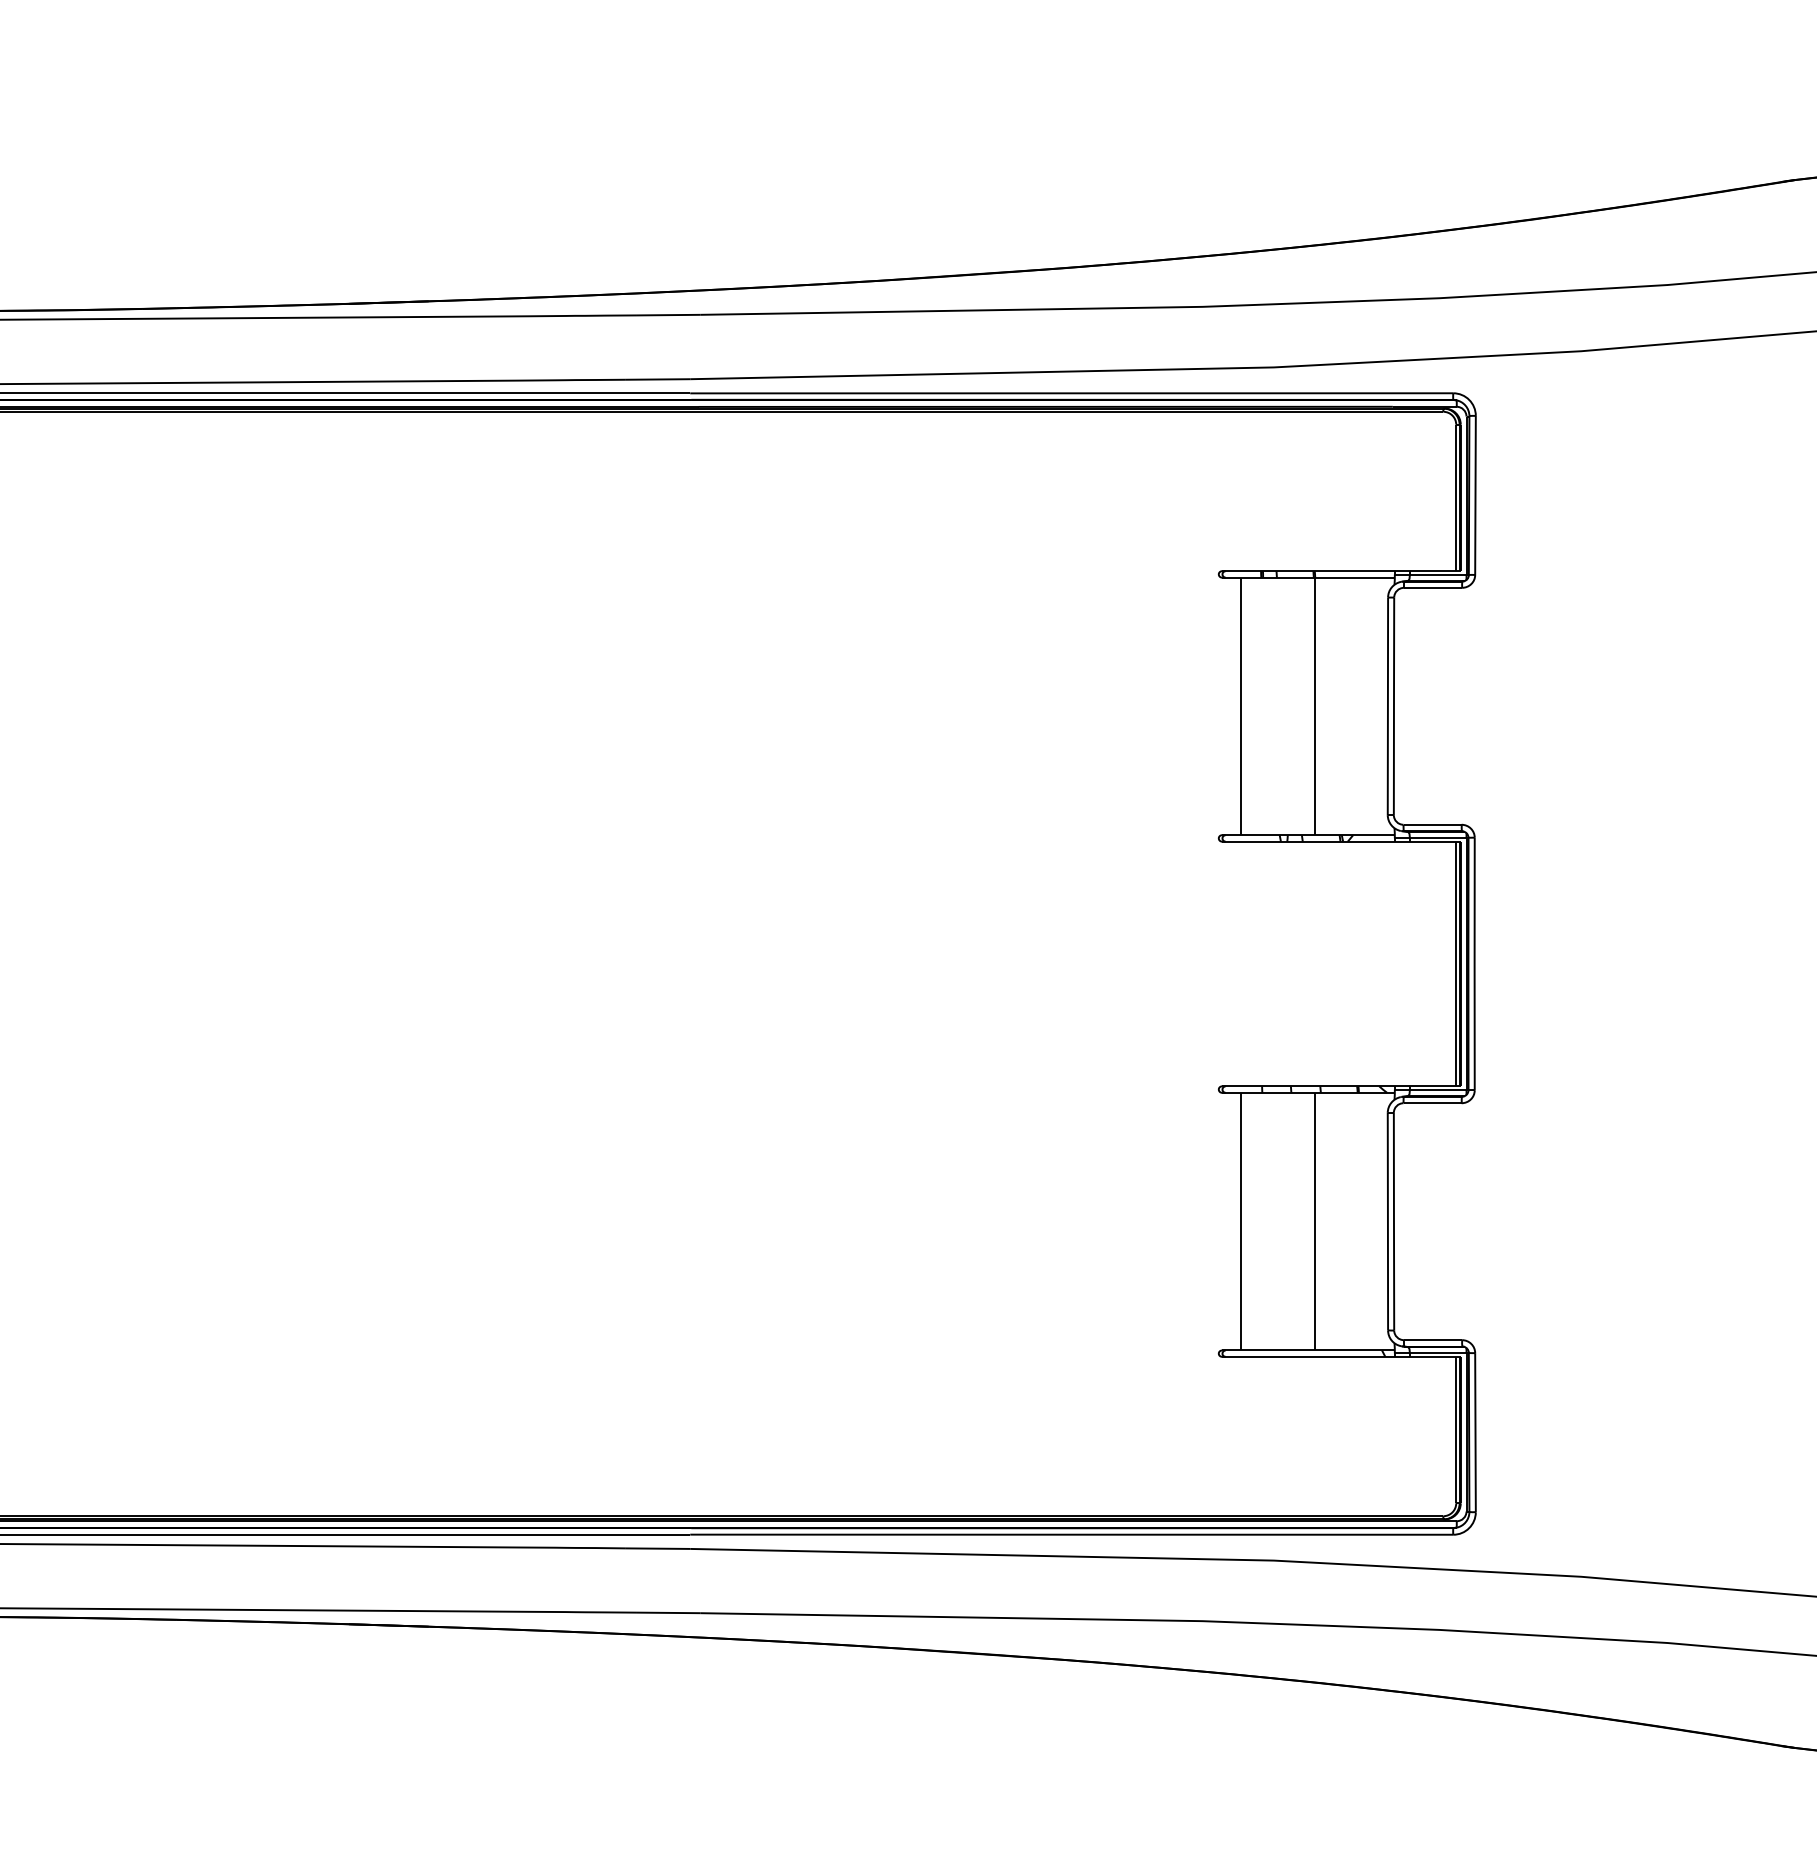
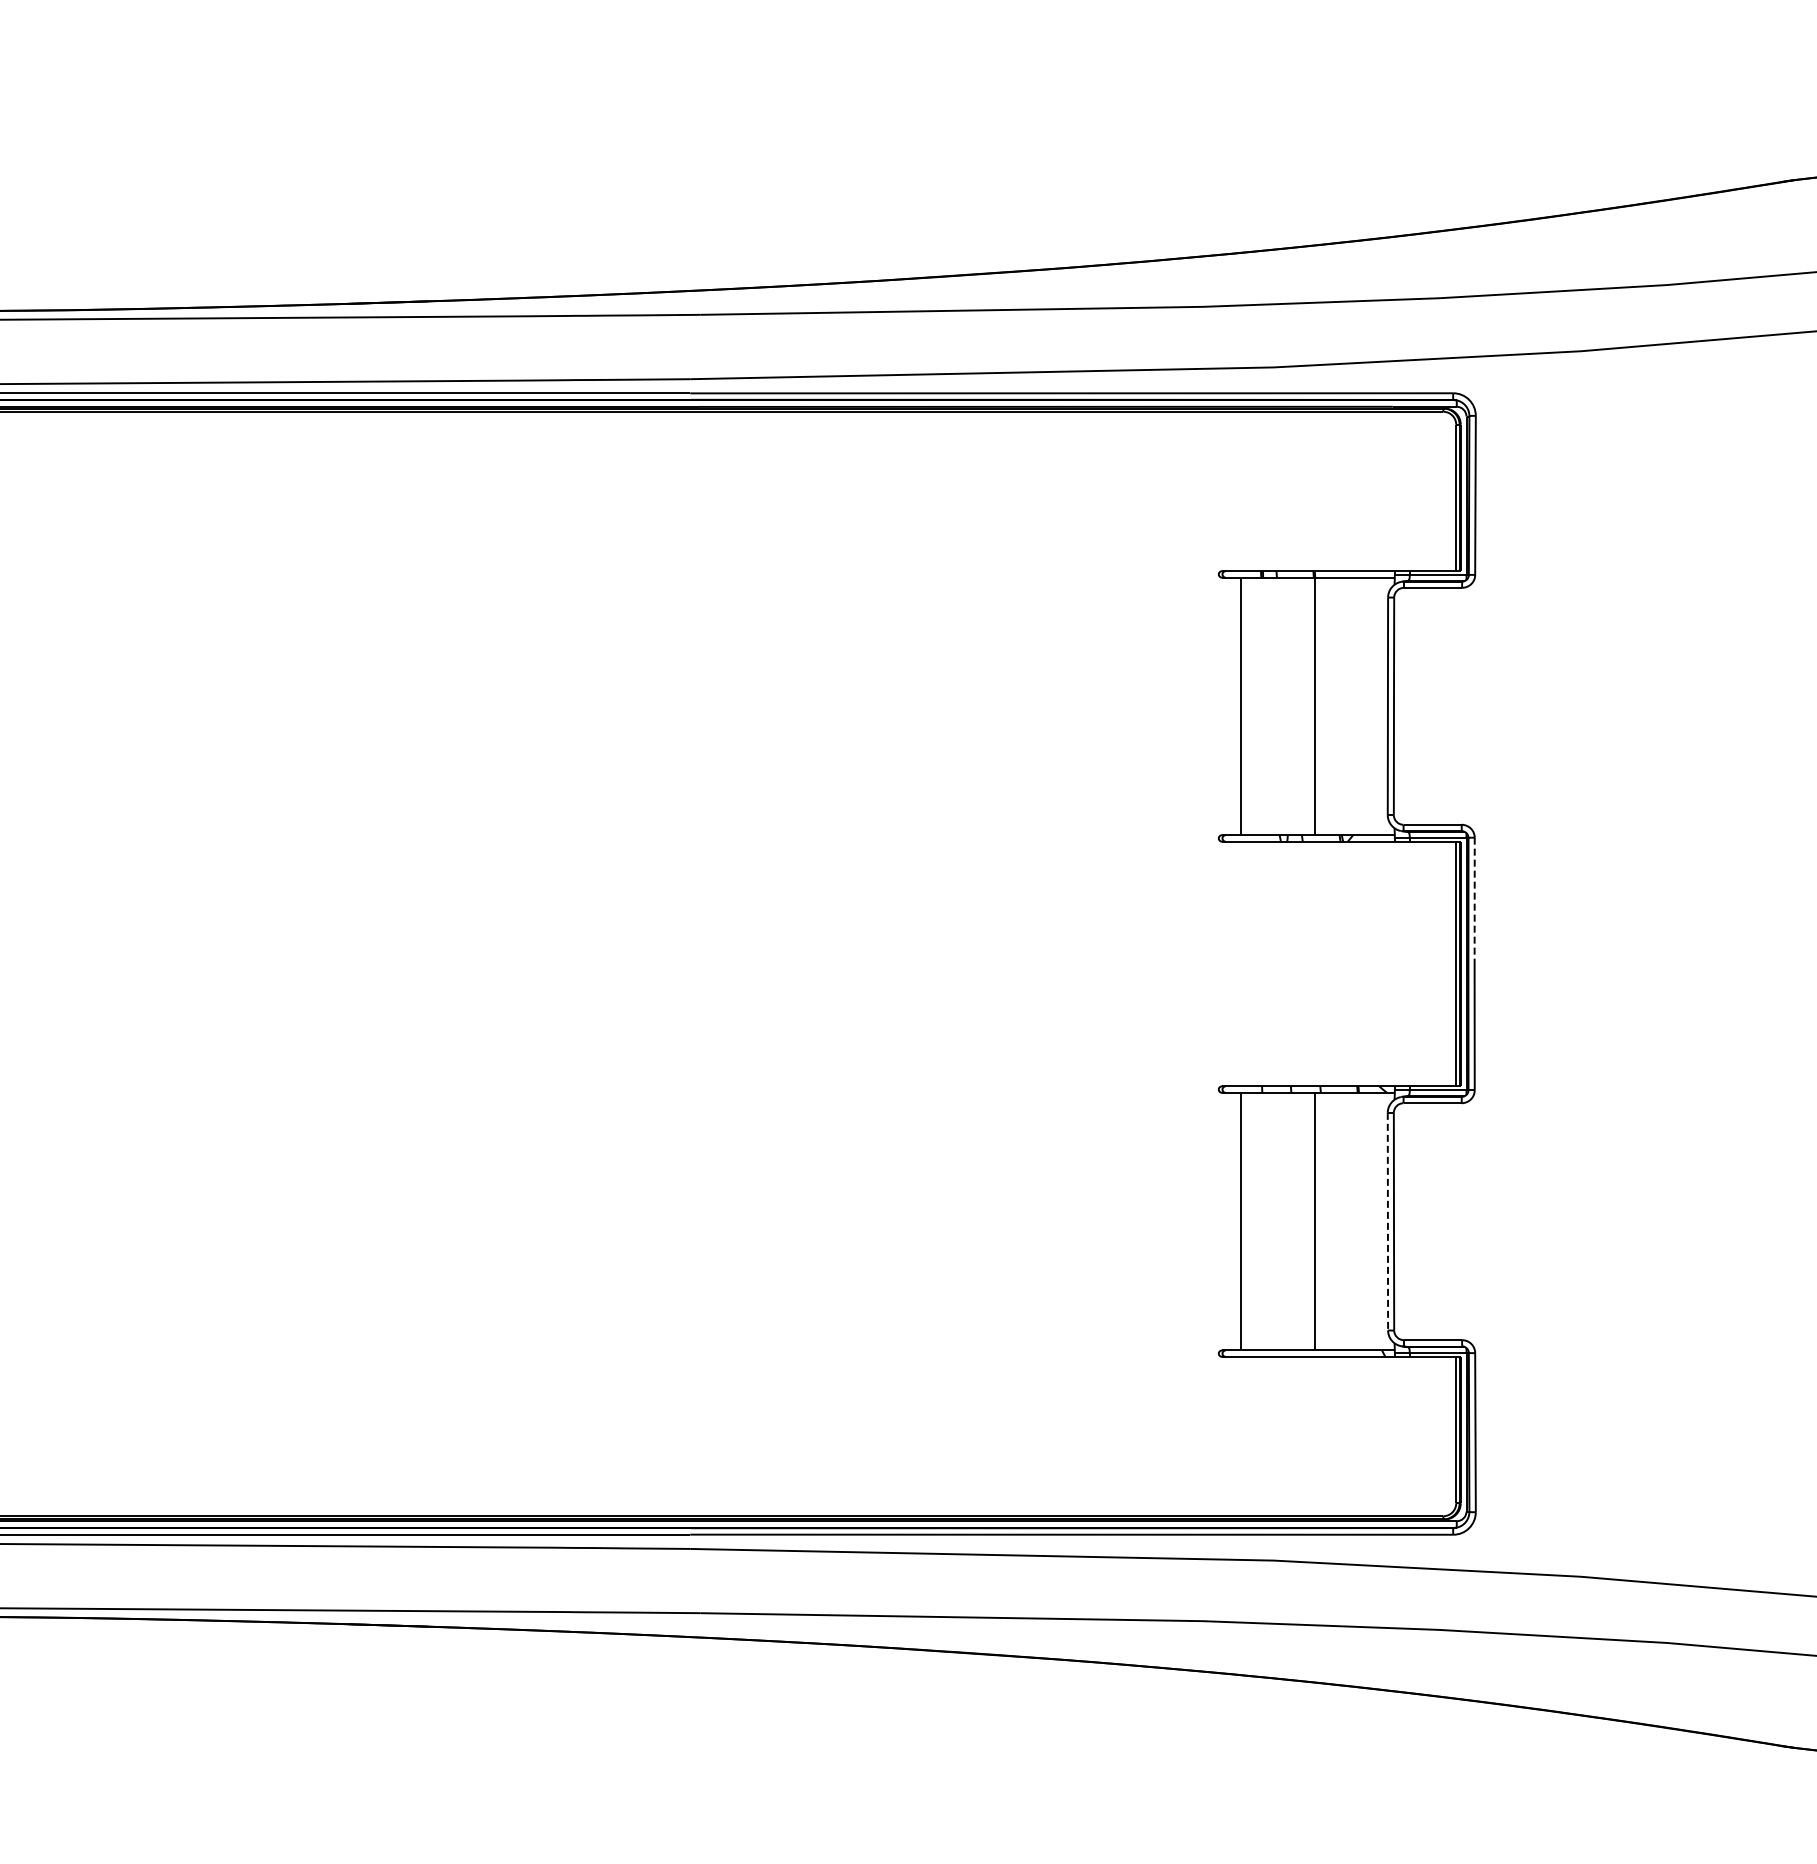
line at (1474, 901): solid -> dashed
line at (1387, 1221): solid -> dashed
